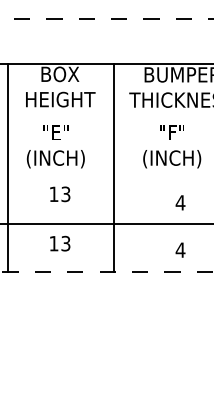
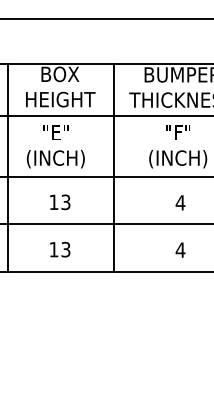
line at (107, 18): dashed -> solid
line at (106, 115): none -> present
text at (172, 146) position: (172, 146) -> (178, 146)
line at (106, 176): none -> present
text at (60, 194) position: (60, 194) -> (60, 202)
text at (60, 243) position: (60, 243) -> (60, 249)
line at (107, 271): dashed -> solid
